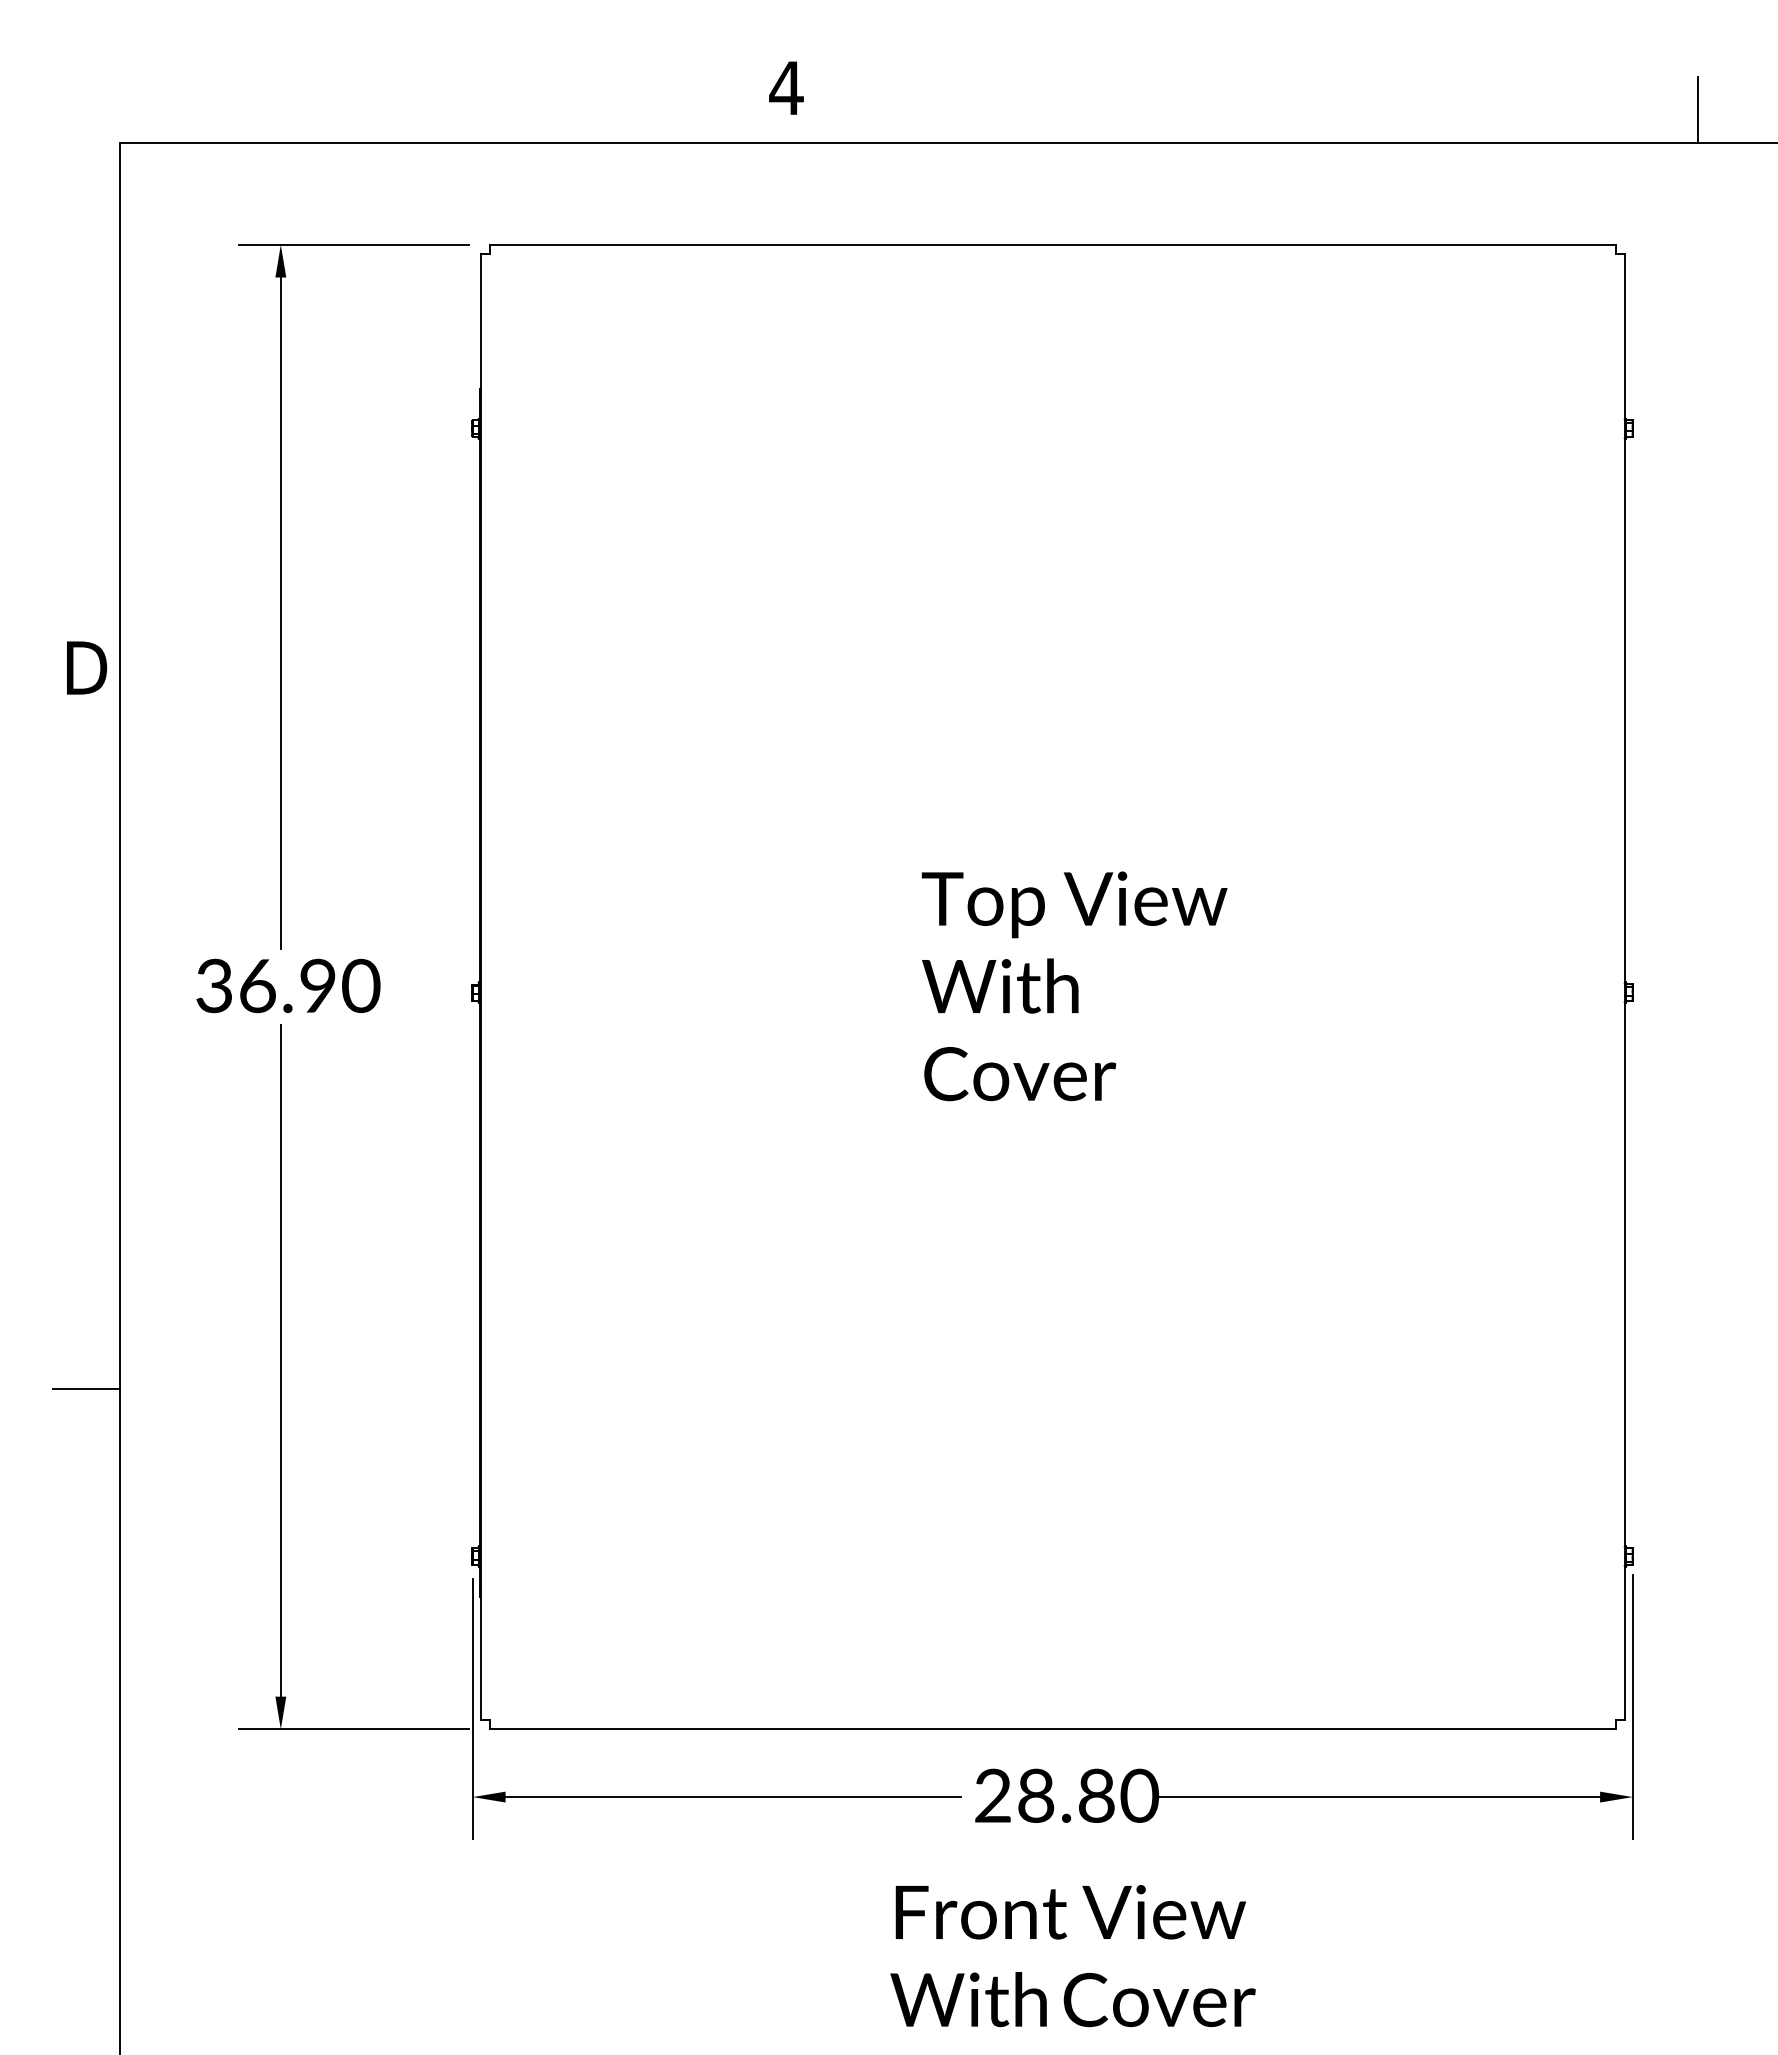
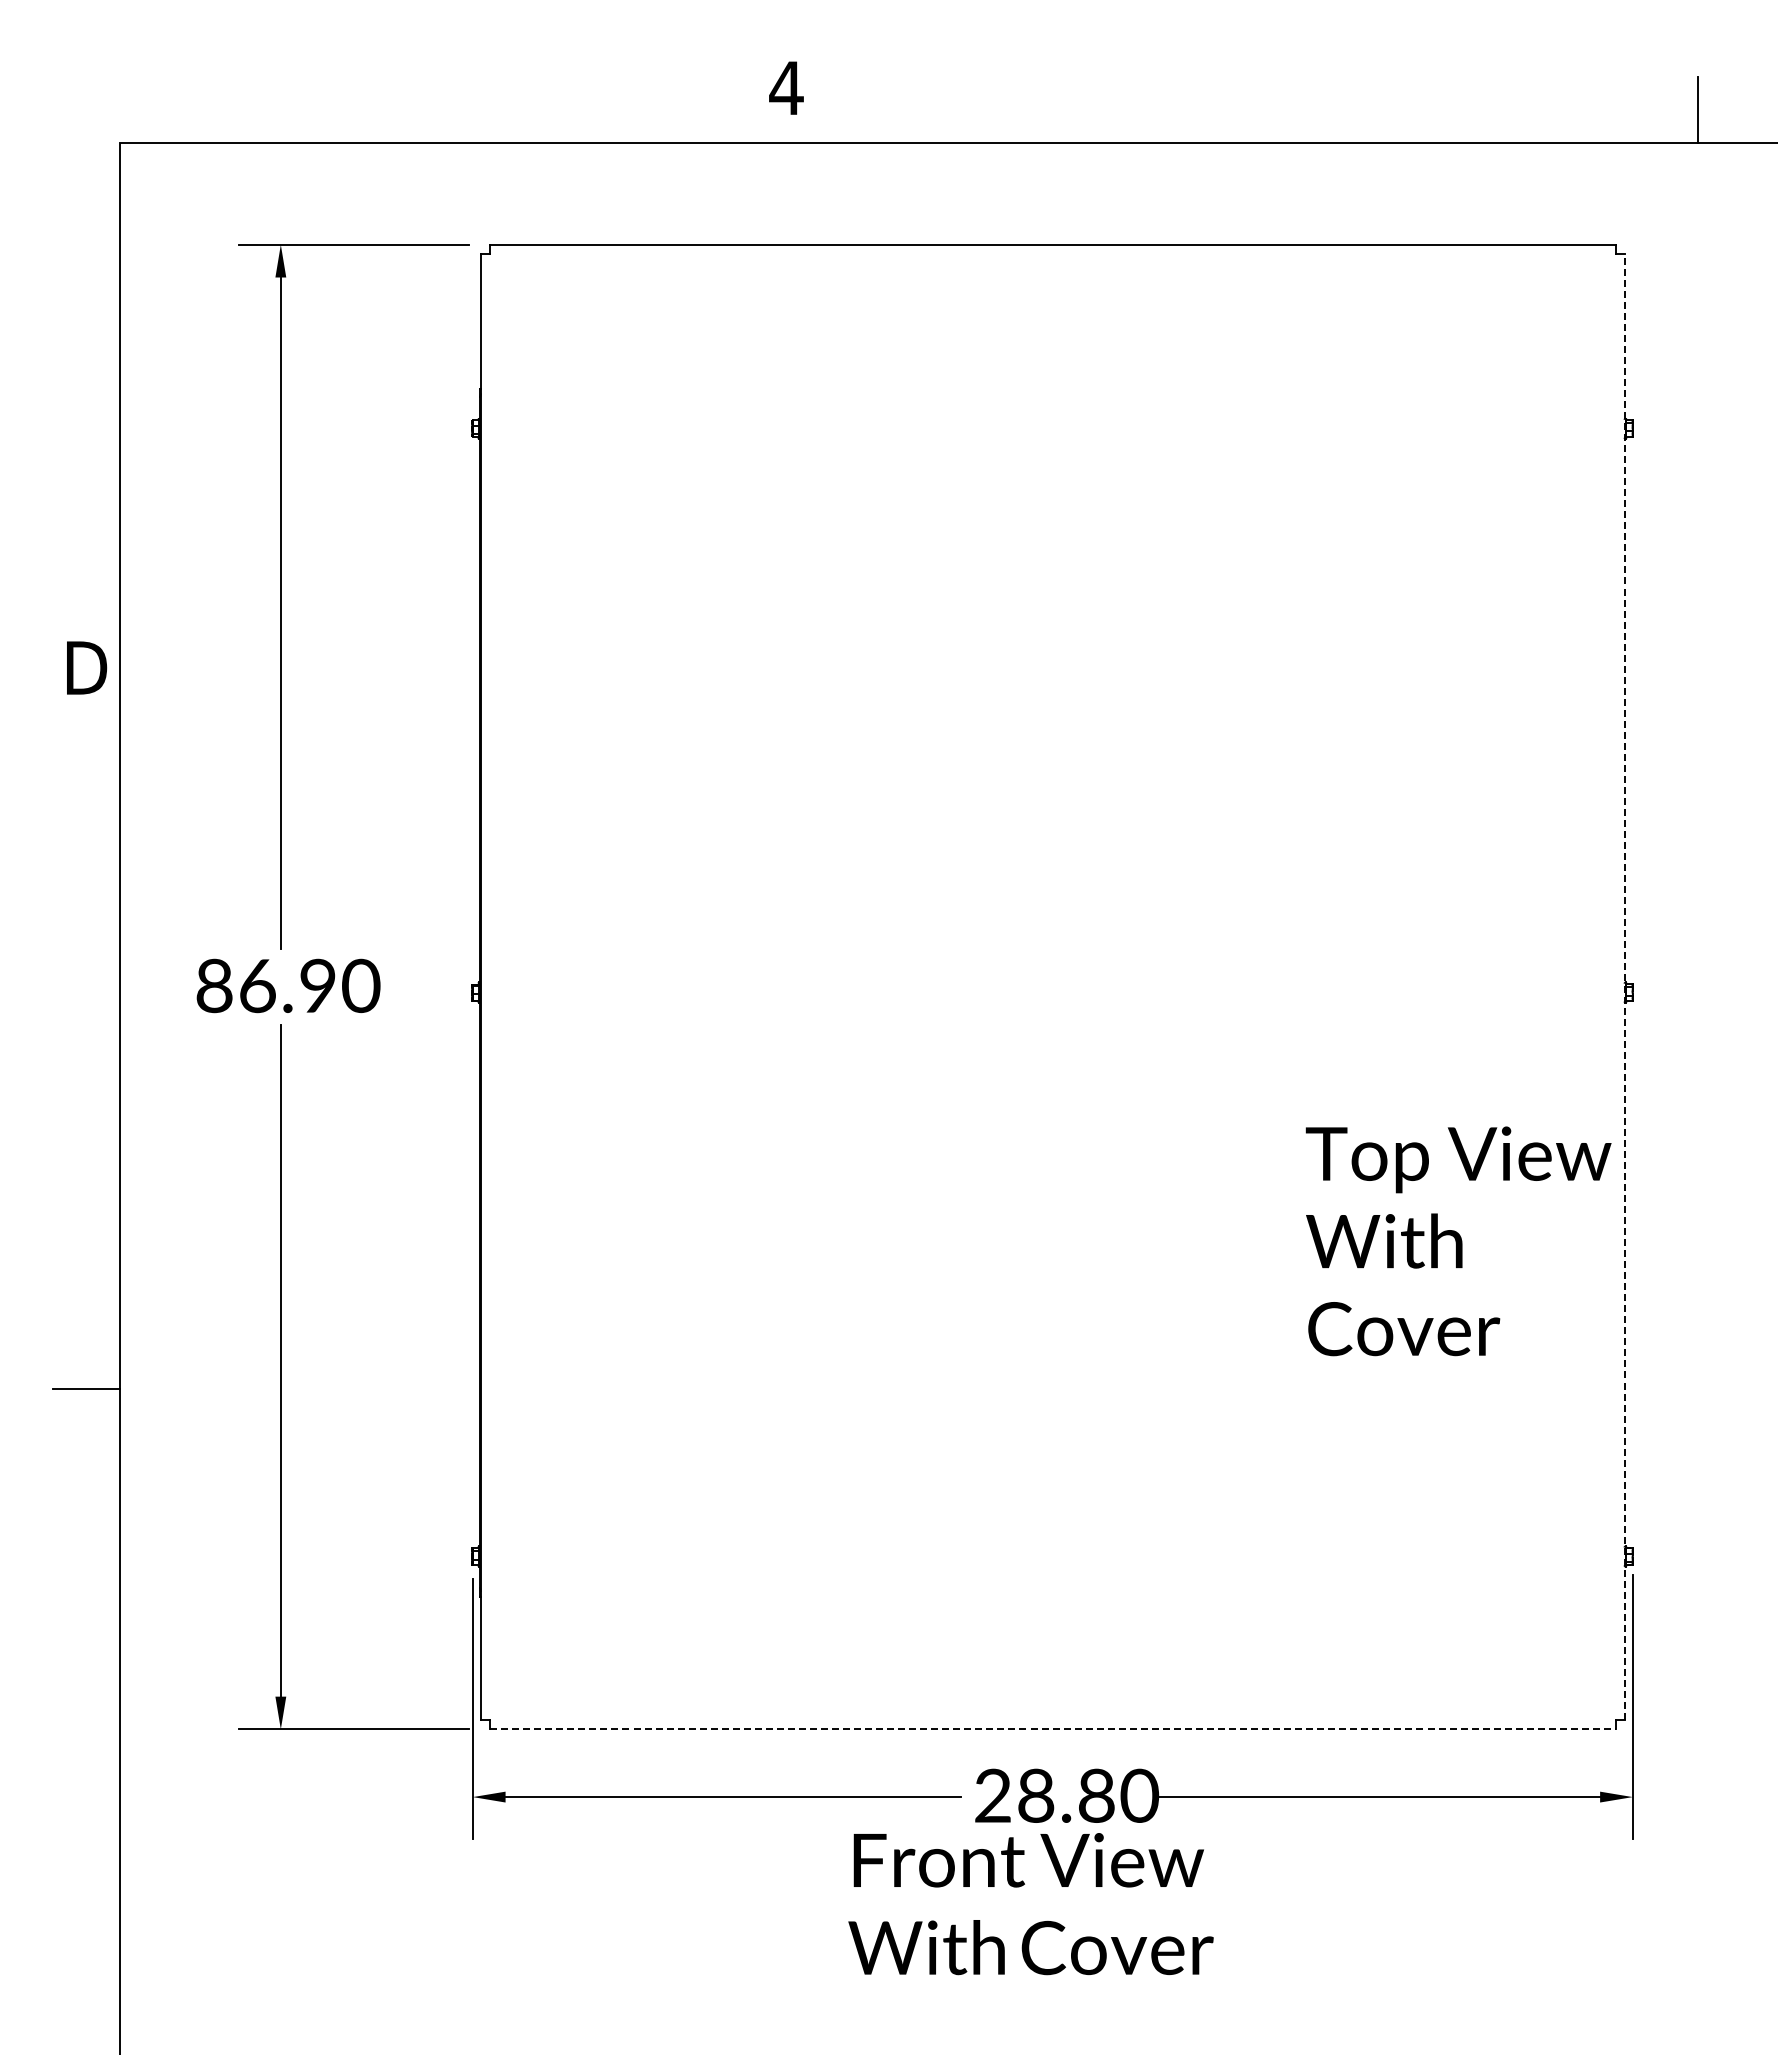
text at (214, 985): 36.90 -> 86.90
text at (1074, 986) position: (1074, 986) -> (1458, 1241)
line at (1624, 986): solid -> dashed
line at (1052, 1729): solid -> dashed
text at (1072, 1956) position: (1072, 1956) -> (1030, 1904)
